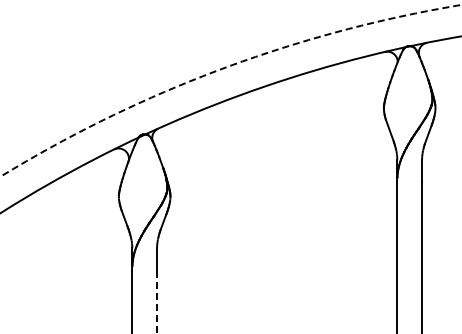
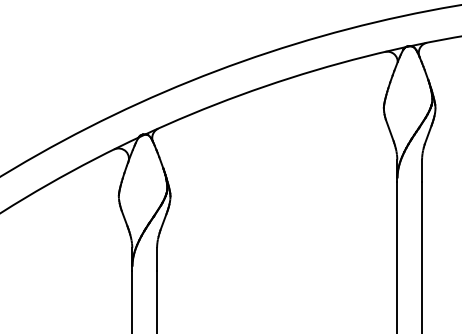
arc at (221, 69): dashed -> solid
line at (157, 302): dashed -> solid
